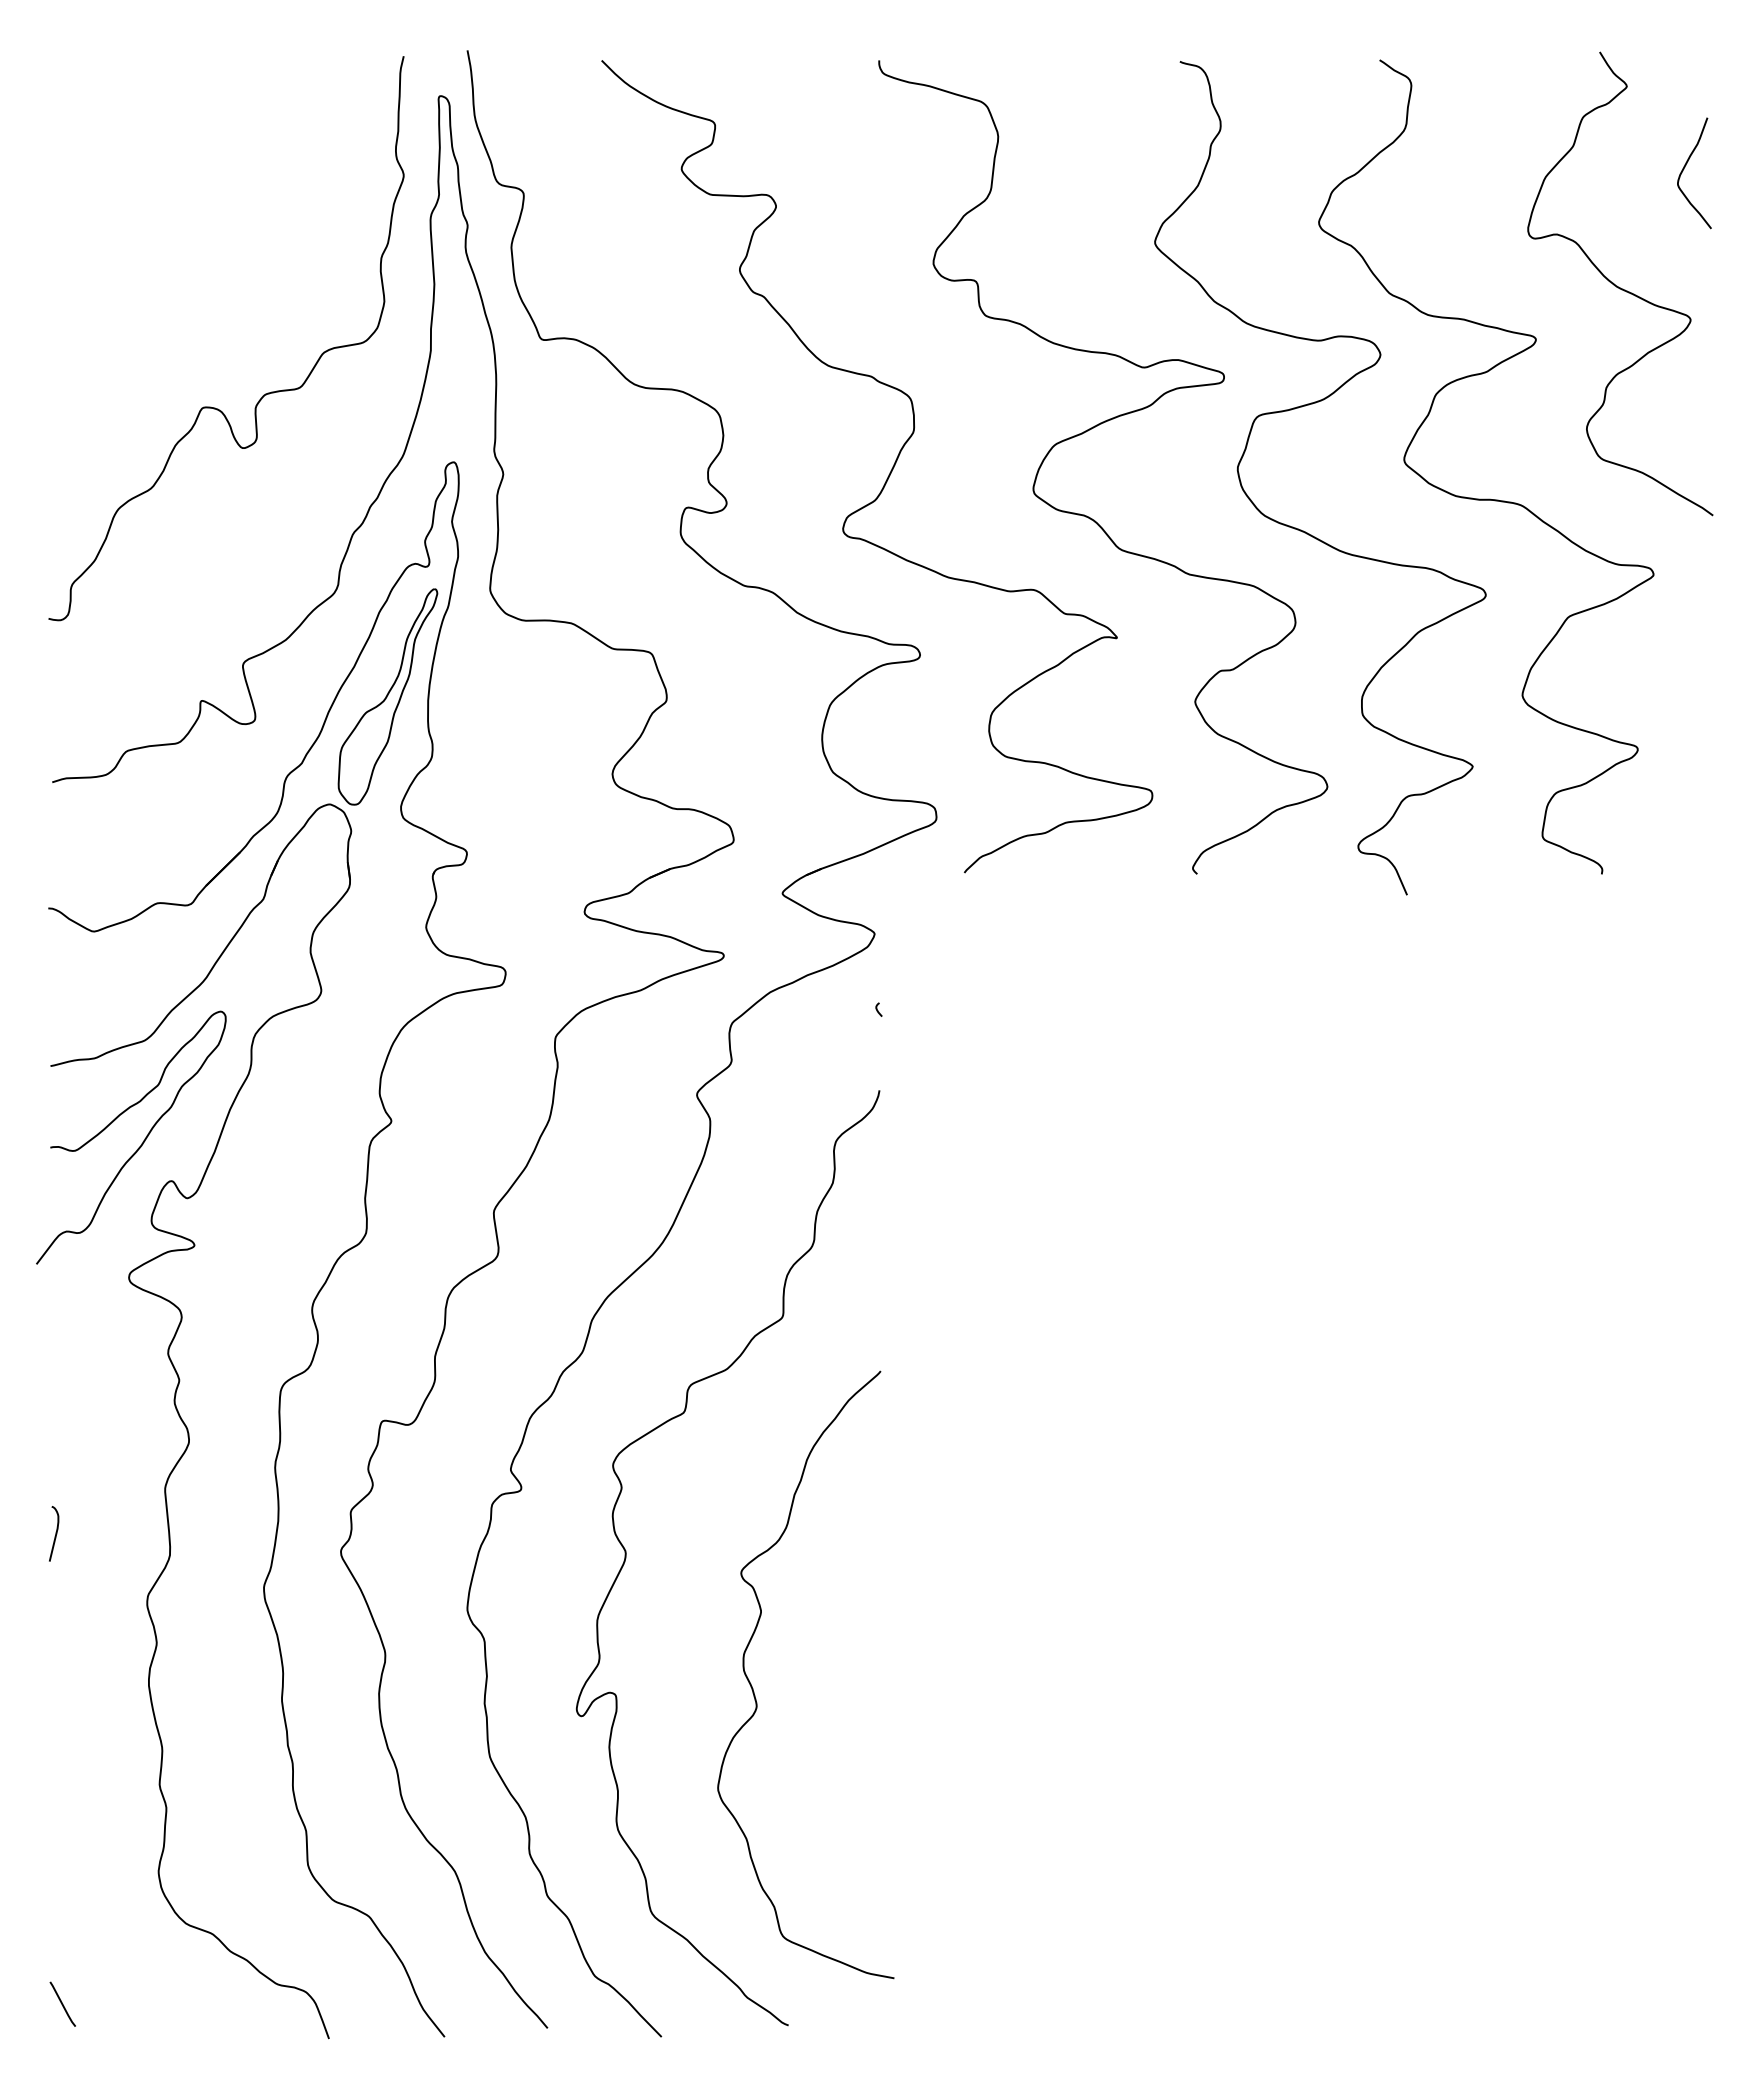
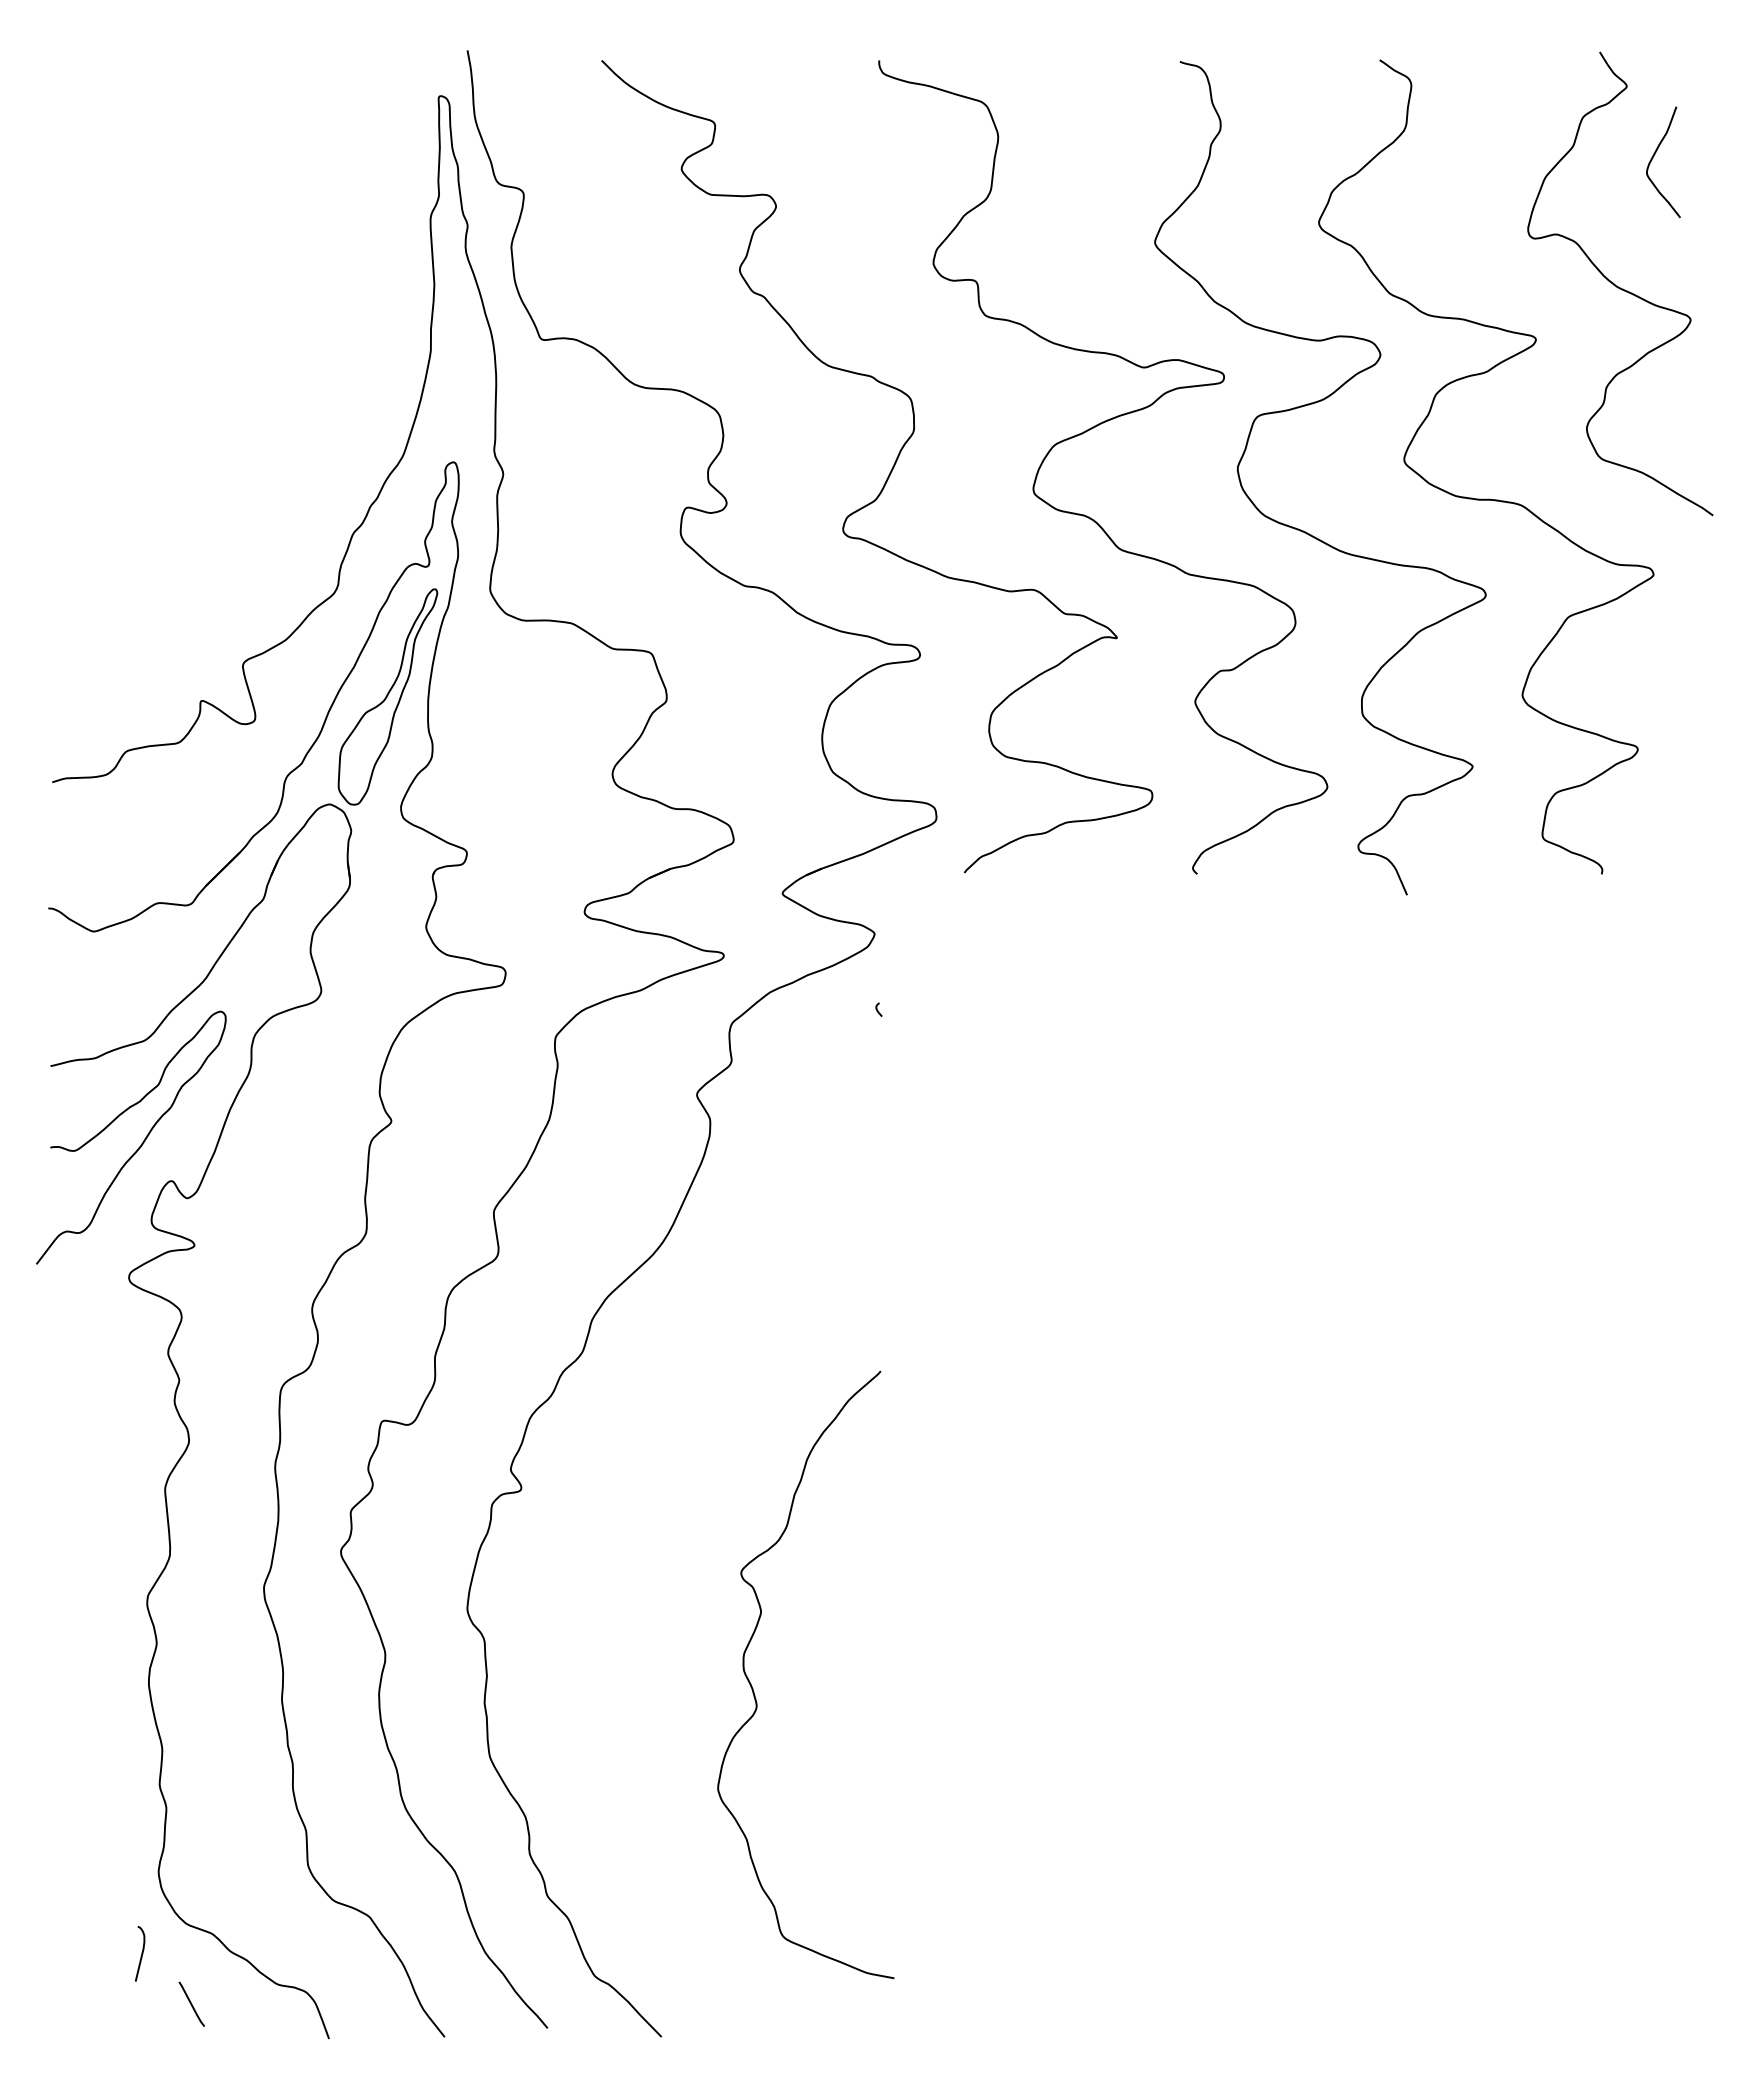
curve at (1684, 169) position: (1684, 169) -> (1653, 158)
curve at (263, 394): present -> none
curve at (55, 1533) position: (55, 1533) -> (141, 1953)
curve at (626, 1558): present -> none
line at (62, 2003) position: (62, 2003) -> (191, 2003)
